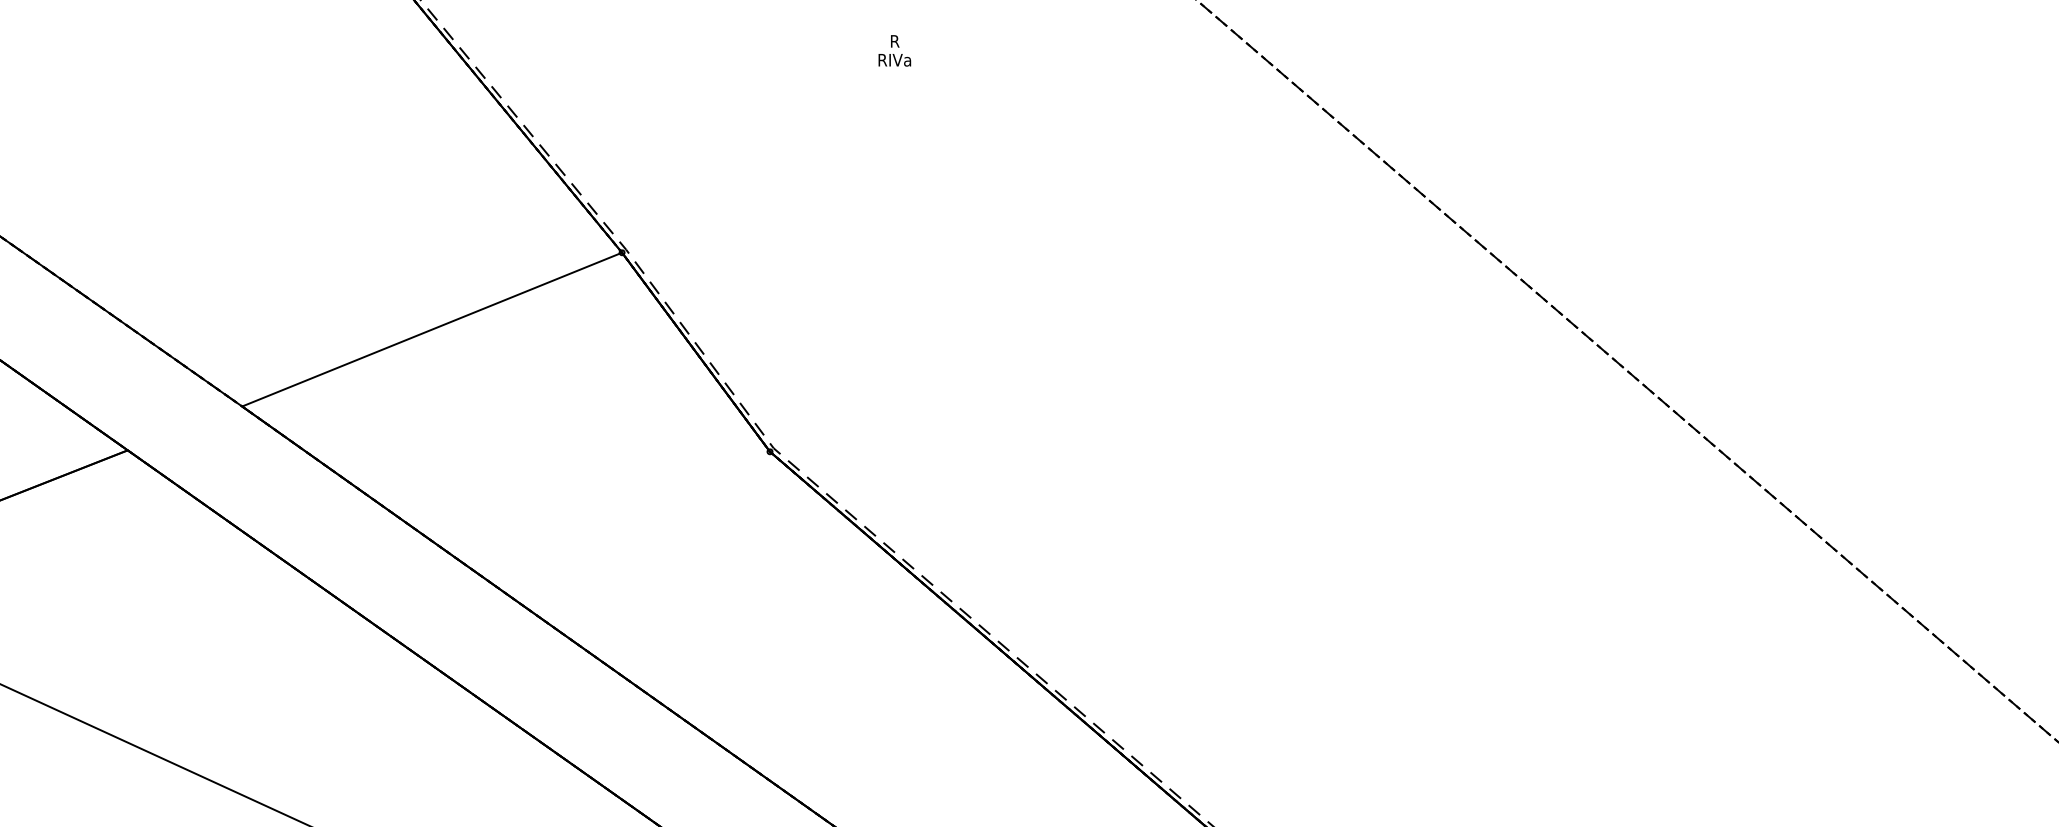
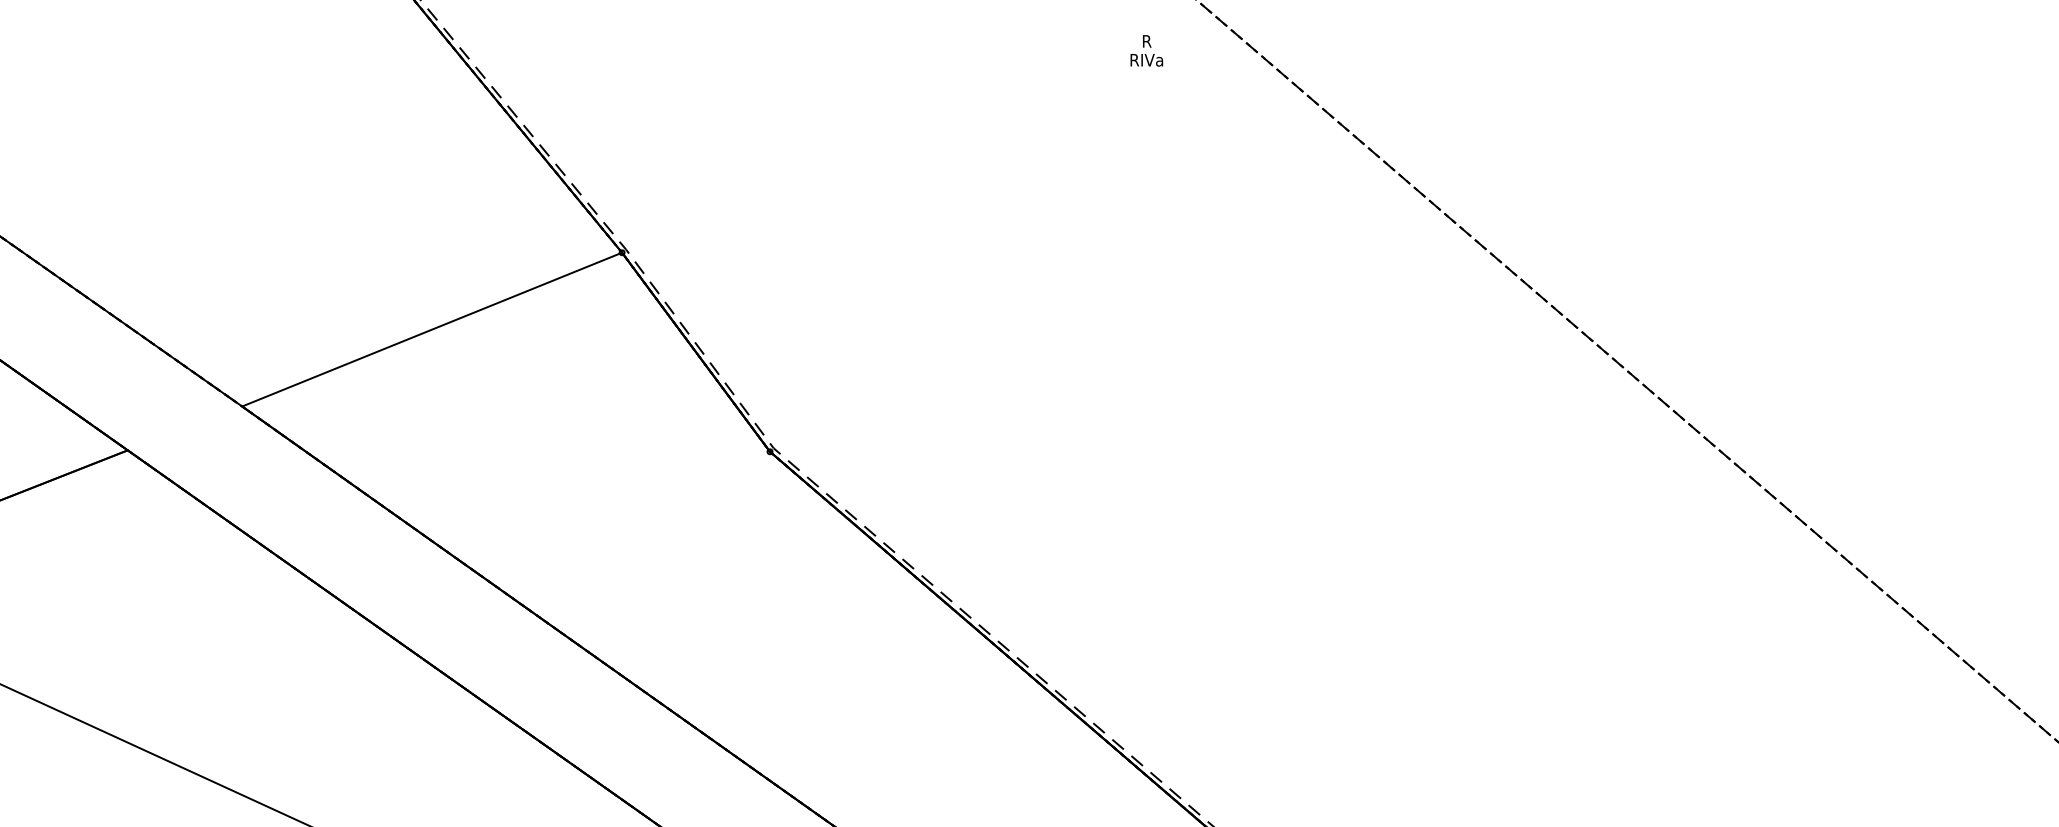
text at (894, 50) position: (894, 50) -> (1146, 50)
